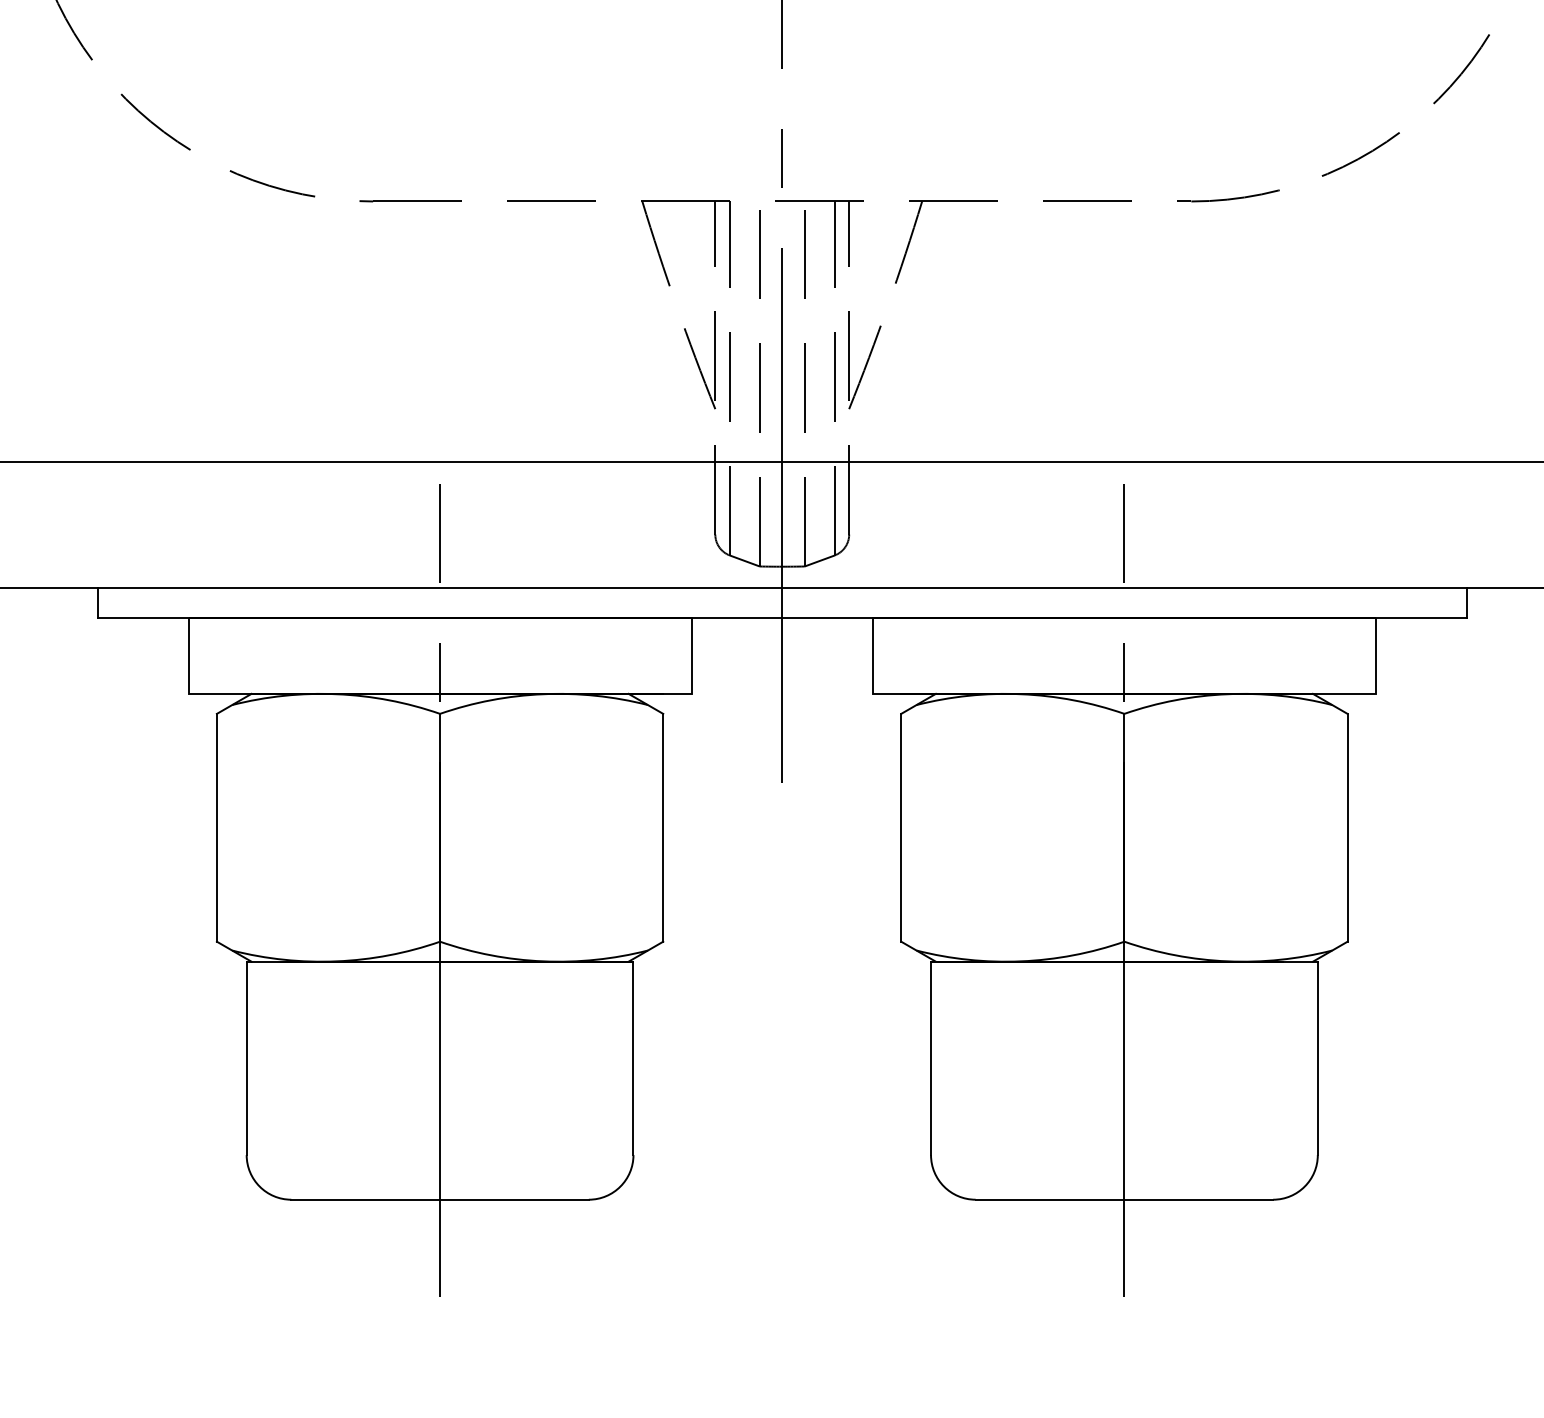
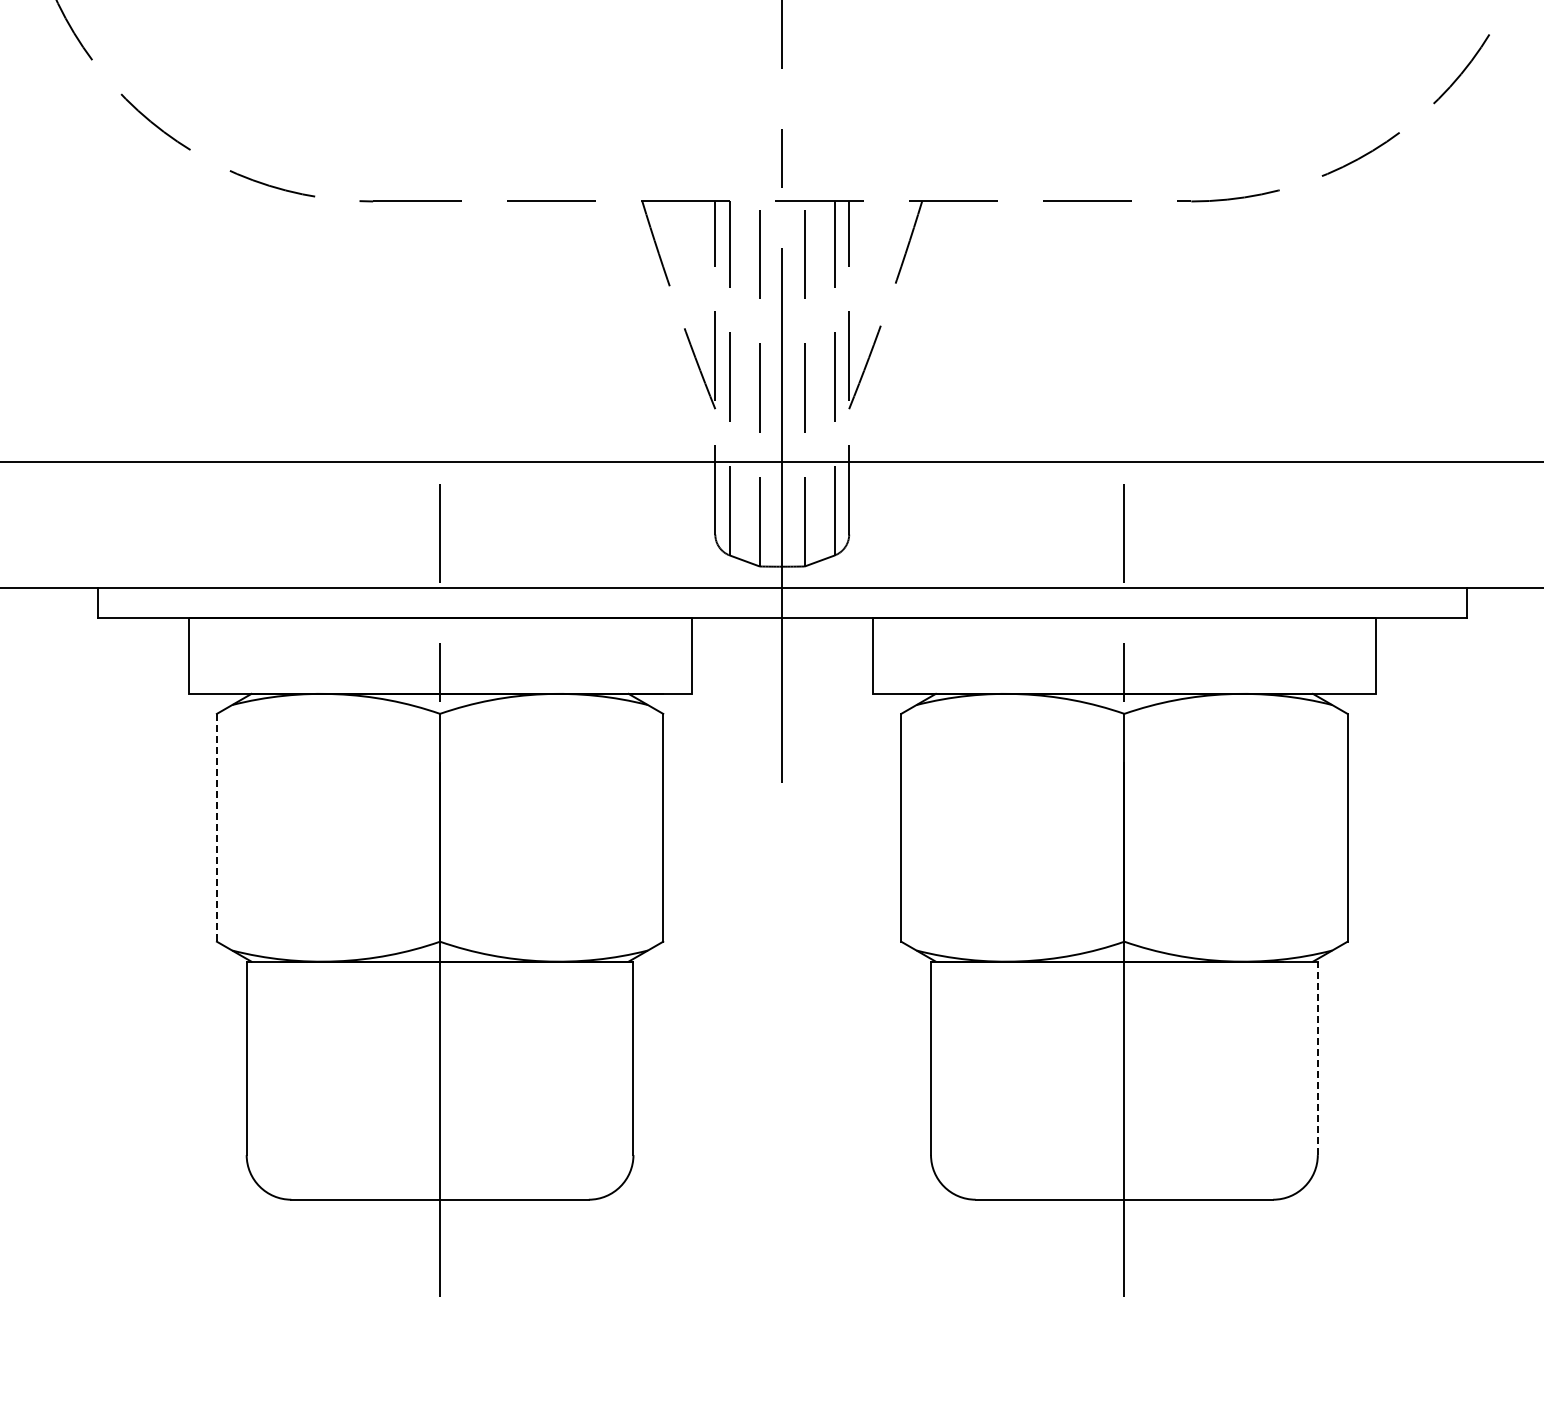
line at (216, 827): solid -> dashed
line at (1317, 1058): solid -> dashed
